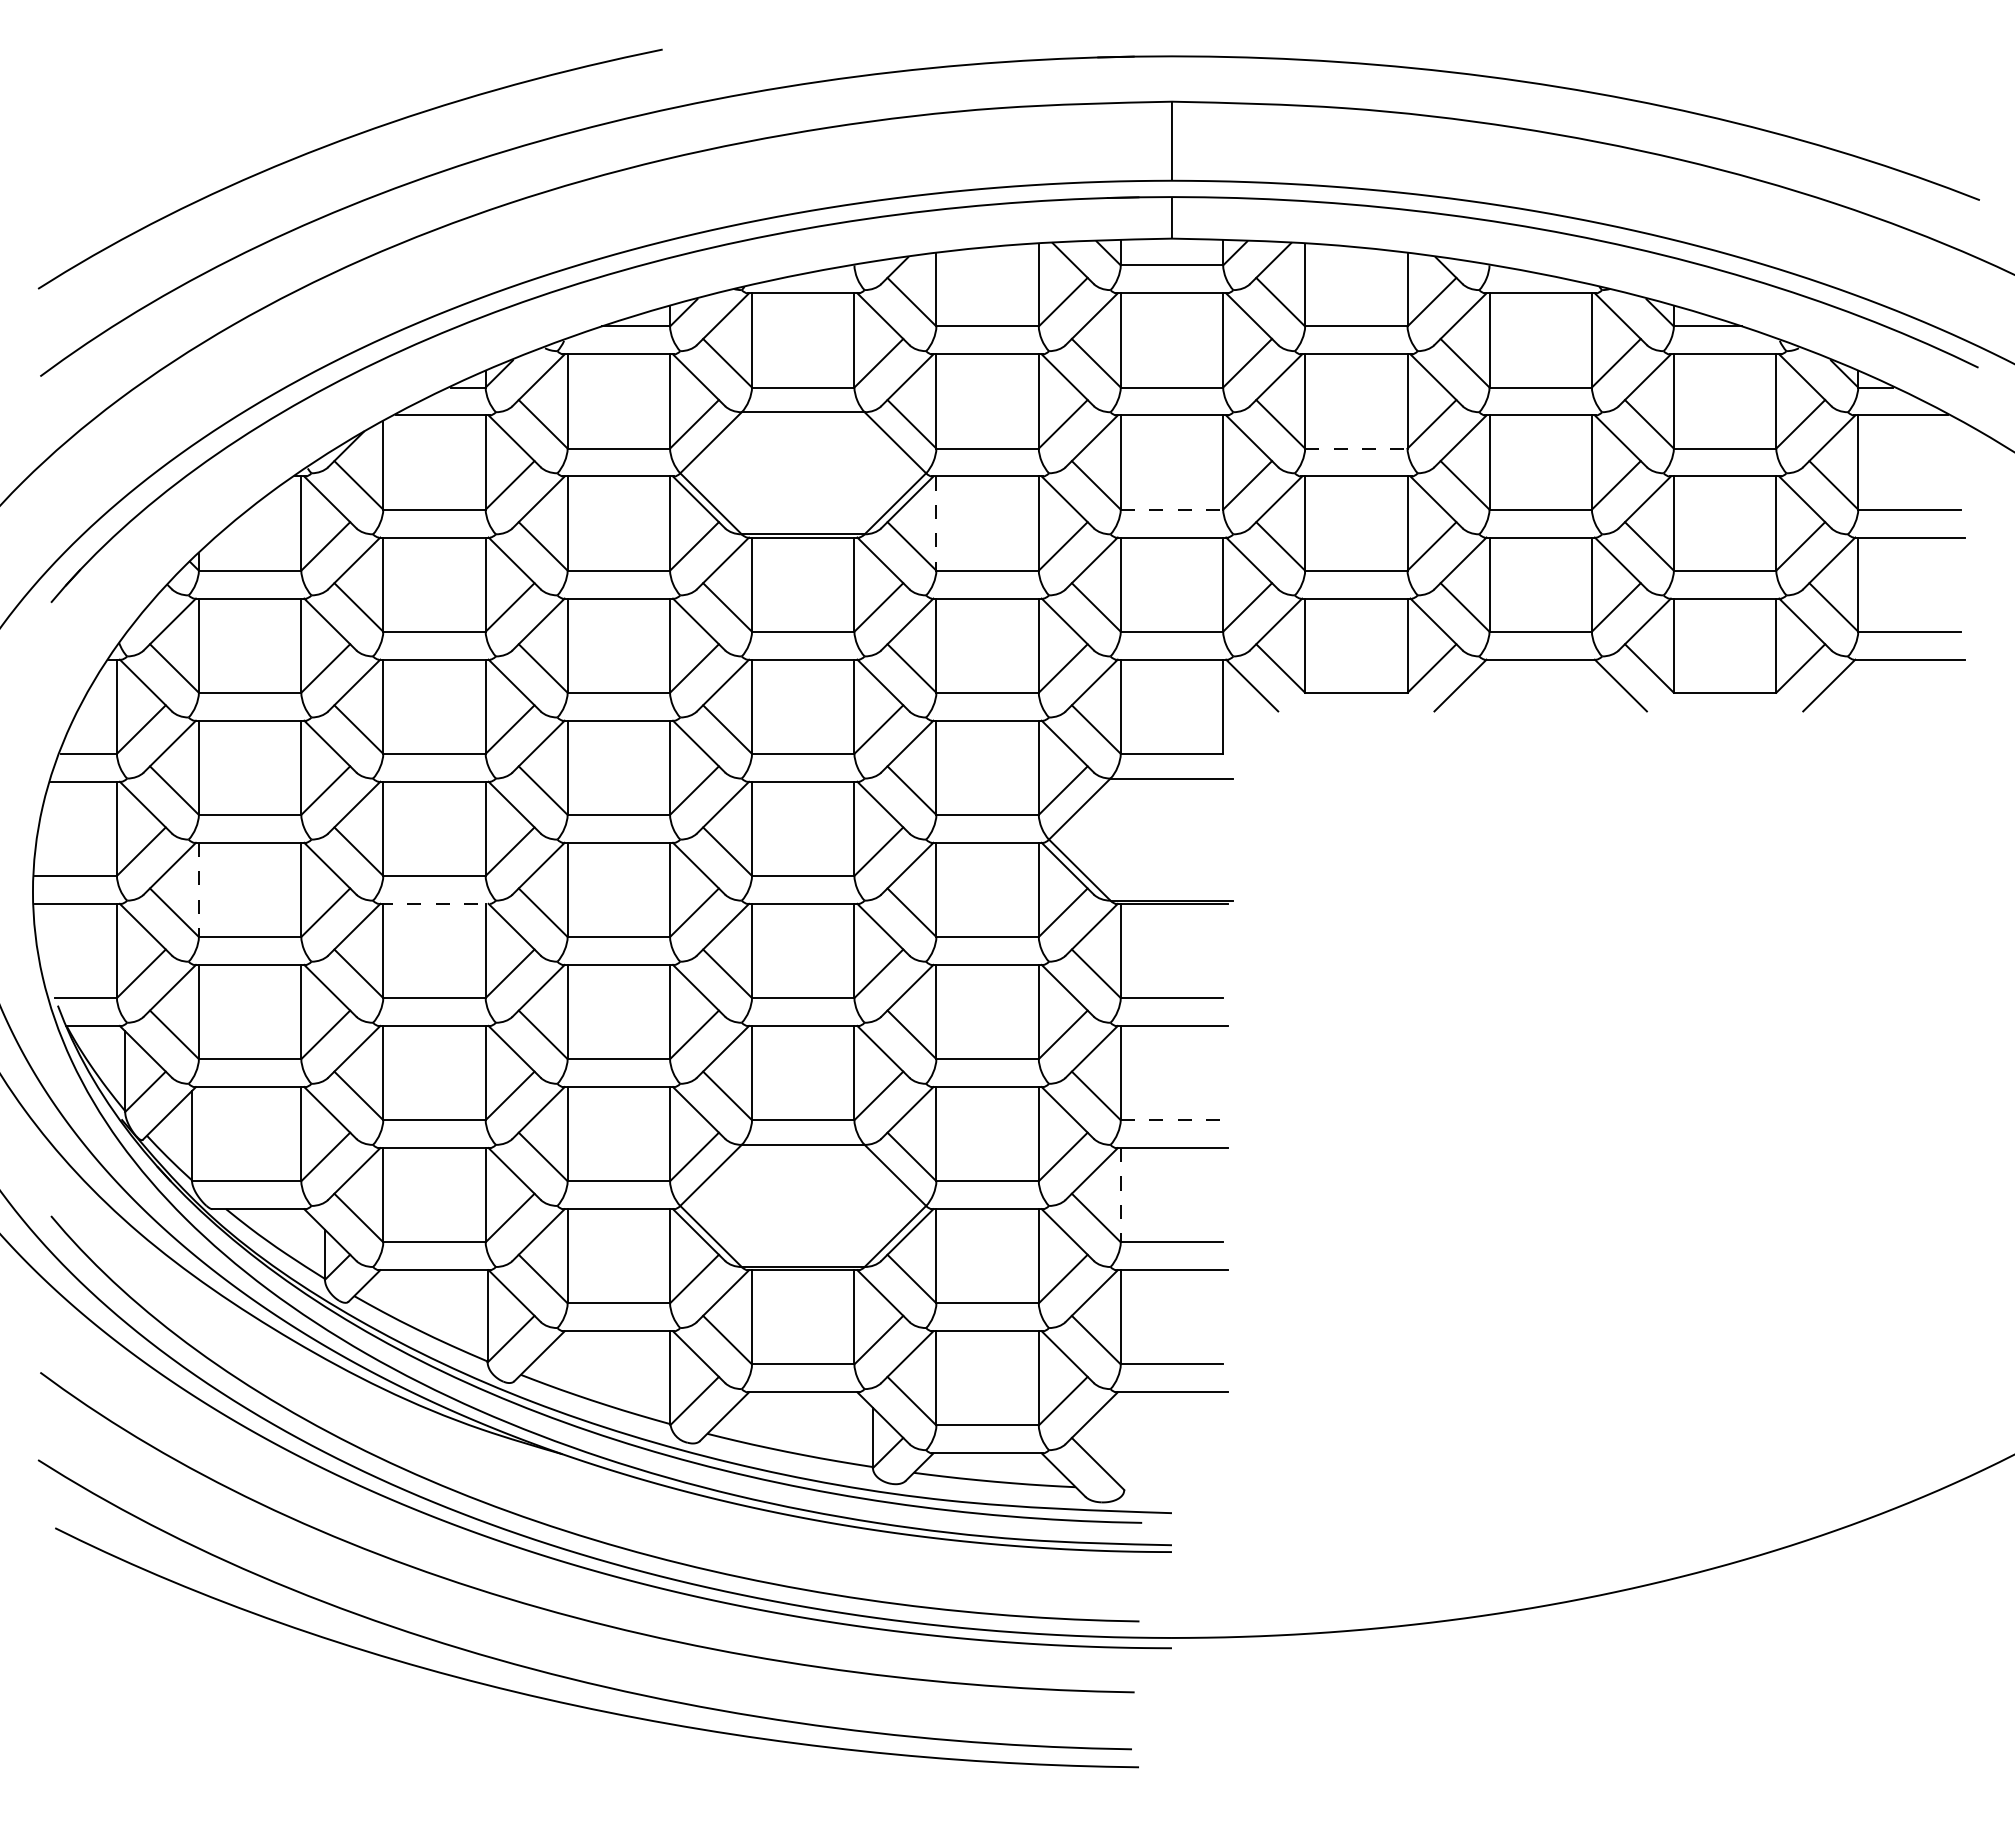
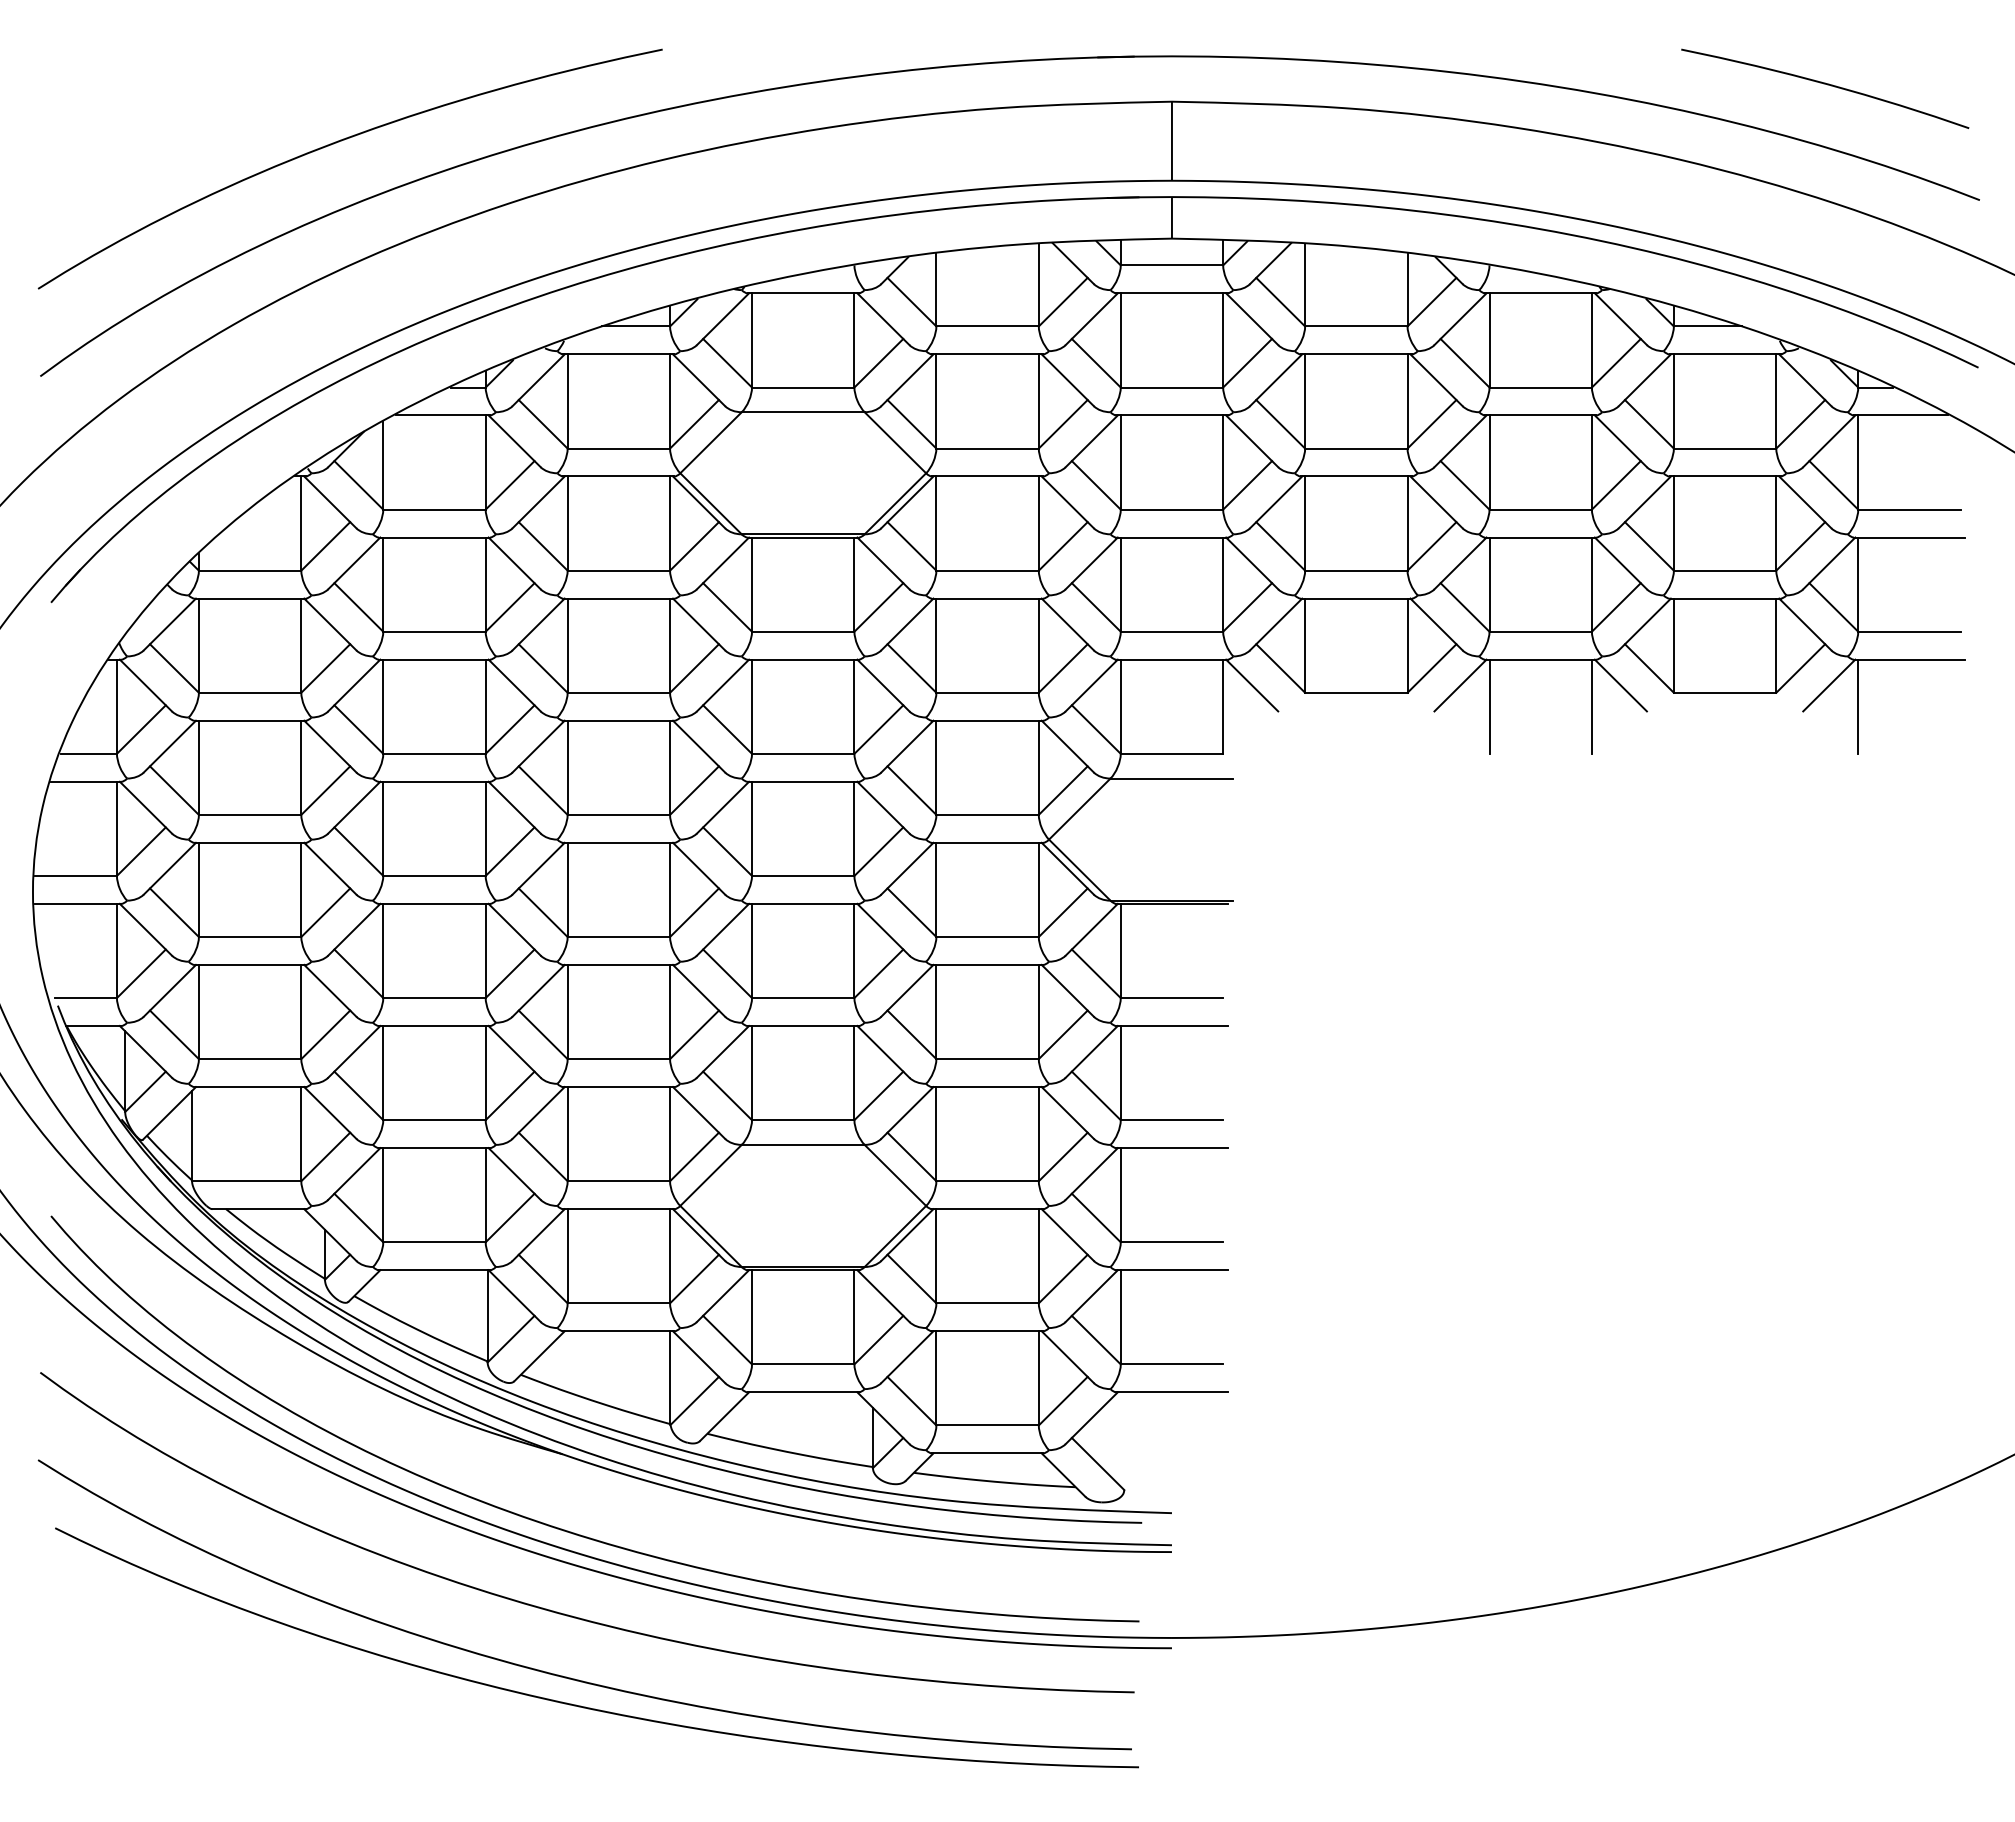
curve at (1827, 85): none -> present
line at (1356, 448): dashed -> solid
line at (1172, 509): dashed -> solid
line at (936, 524): dashed -> solid
line at (1489, 706): none -> present
line at (1591, 706): none -> present
line at (1858, 706): none -> present
line at (198, 890): dashed -> solid
line at (434, 903): dashed -> solid
line at (1172, 1120): dashed -> solid
line at (1120, 1195): dashed -> solid
